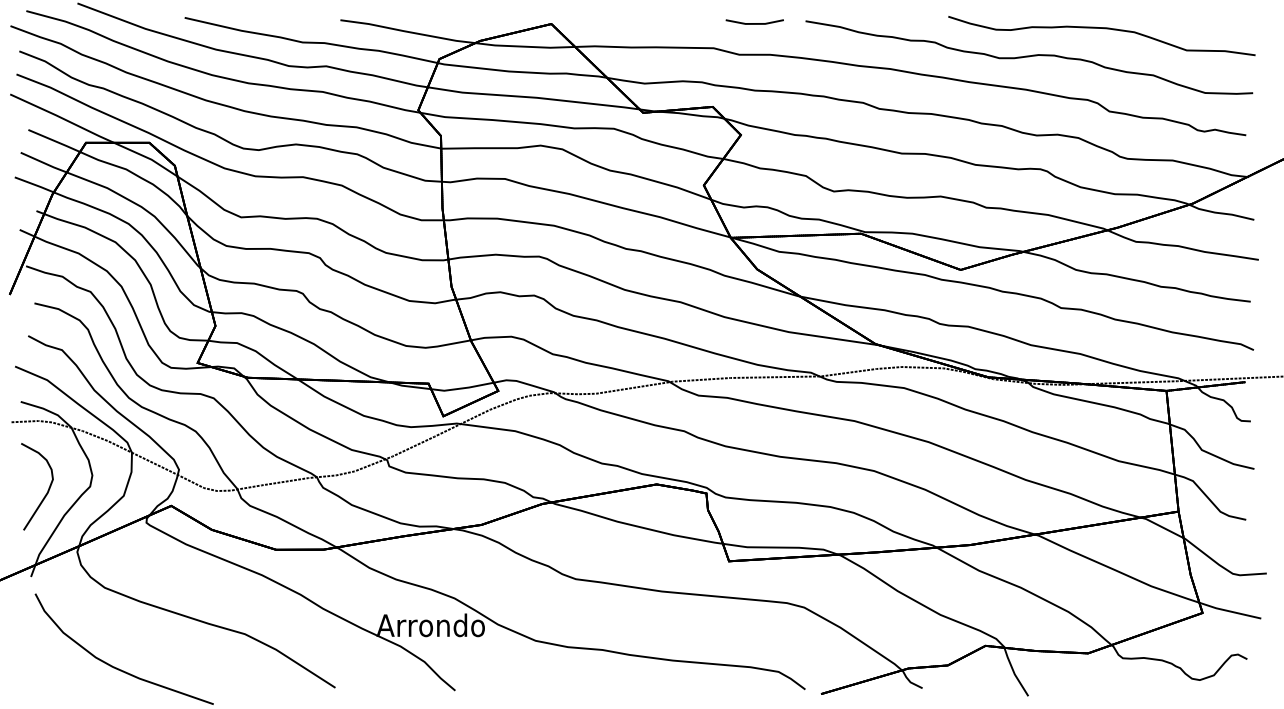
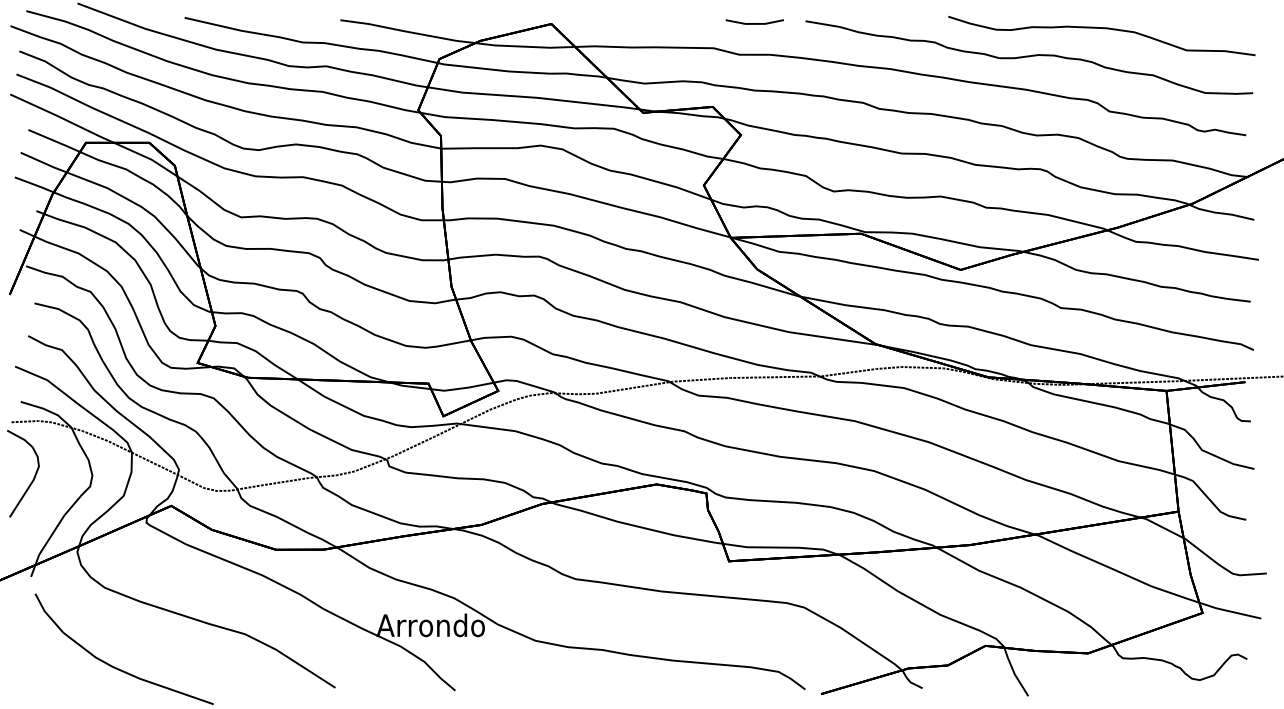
curve at (47, 490) position: (47, 490) -> (33, 477)
